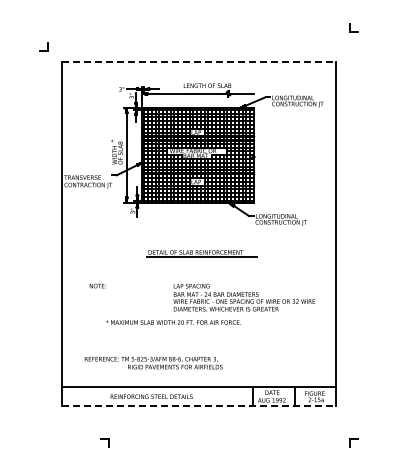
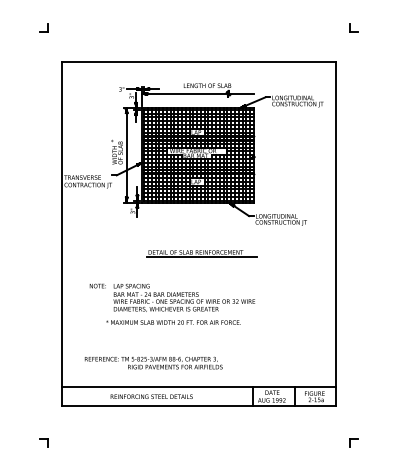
part at (43, 46) position: (43, 46) -> (43, 27)
line at (199, 61): dashed -> solid
text at (243, 297) position: (243, 297) -> (183, 297)
line at (199, 406): dashed -> solid
part at (104, 442) position: (104, 442) -> (43, 442)
